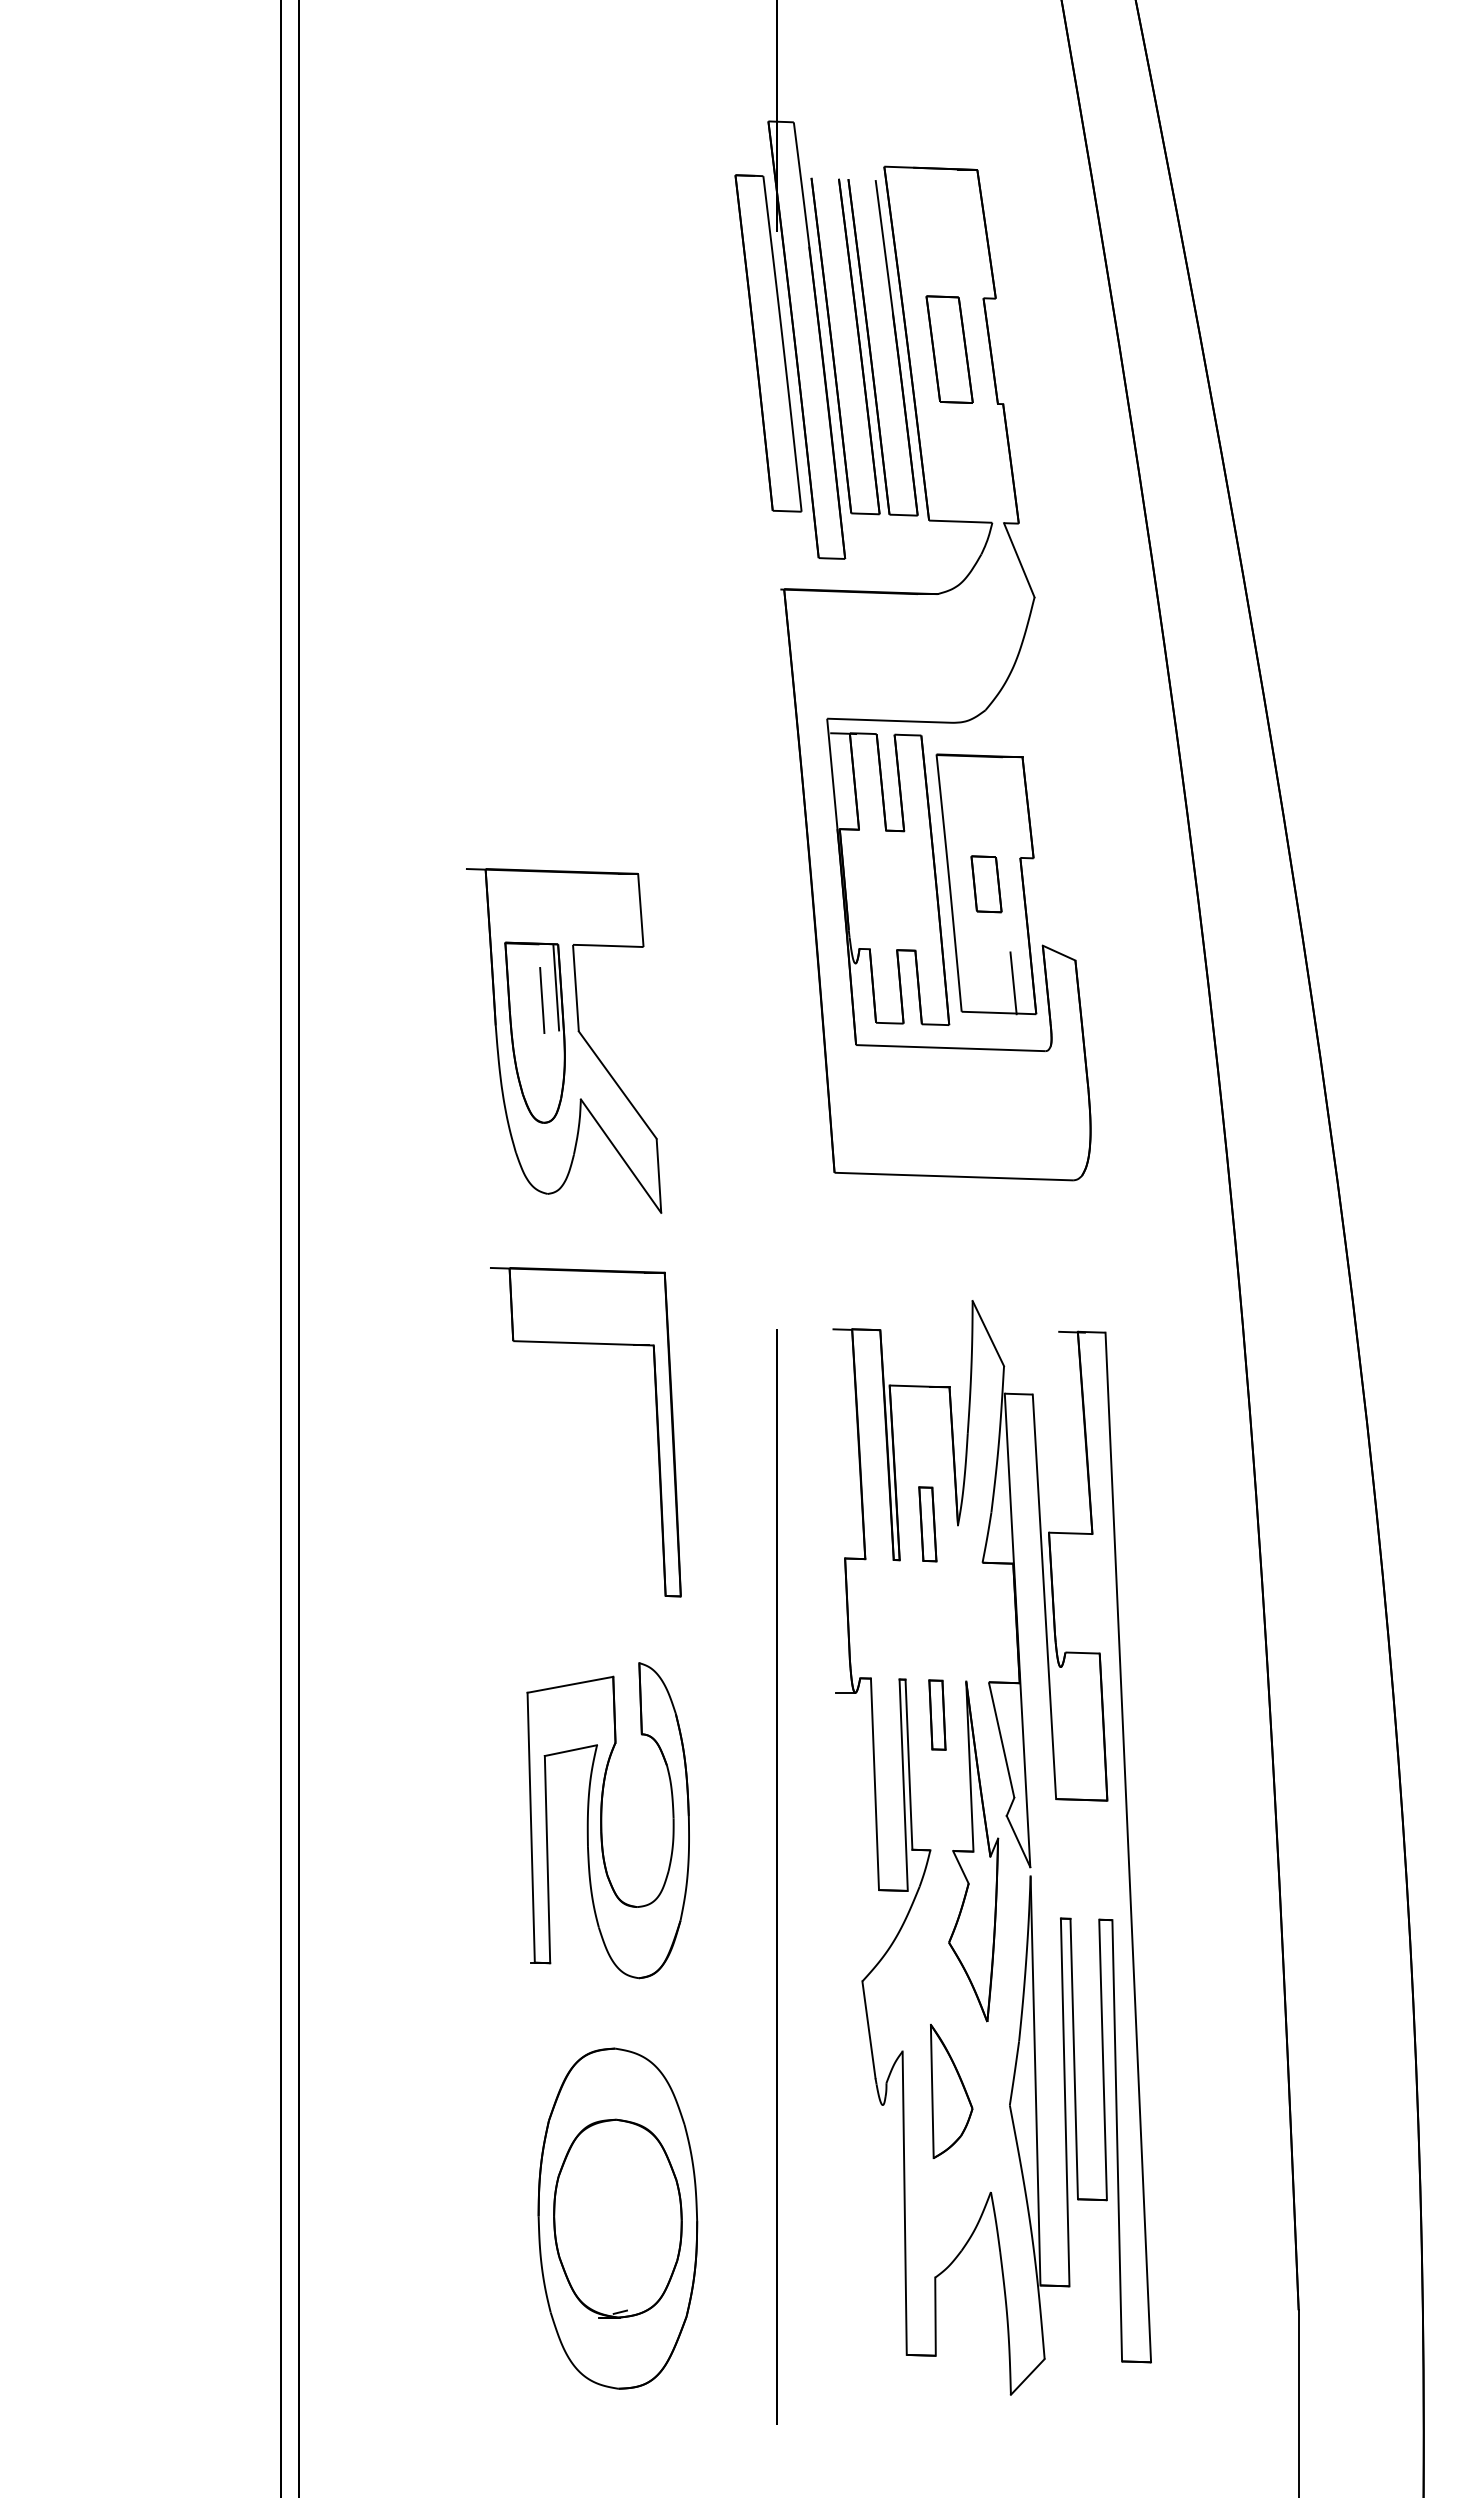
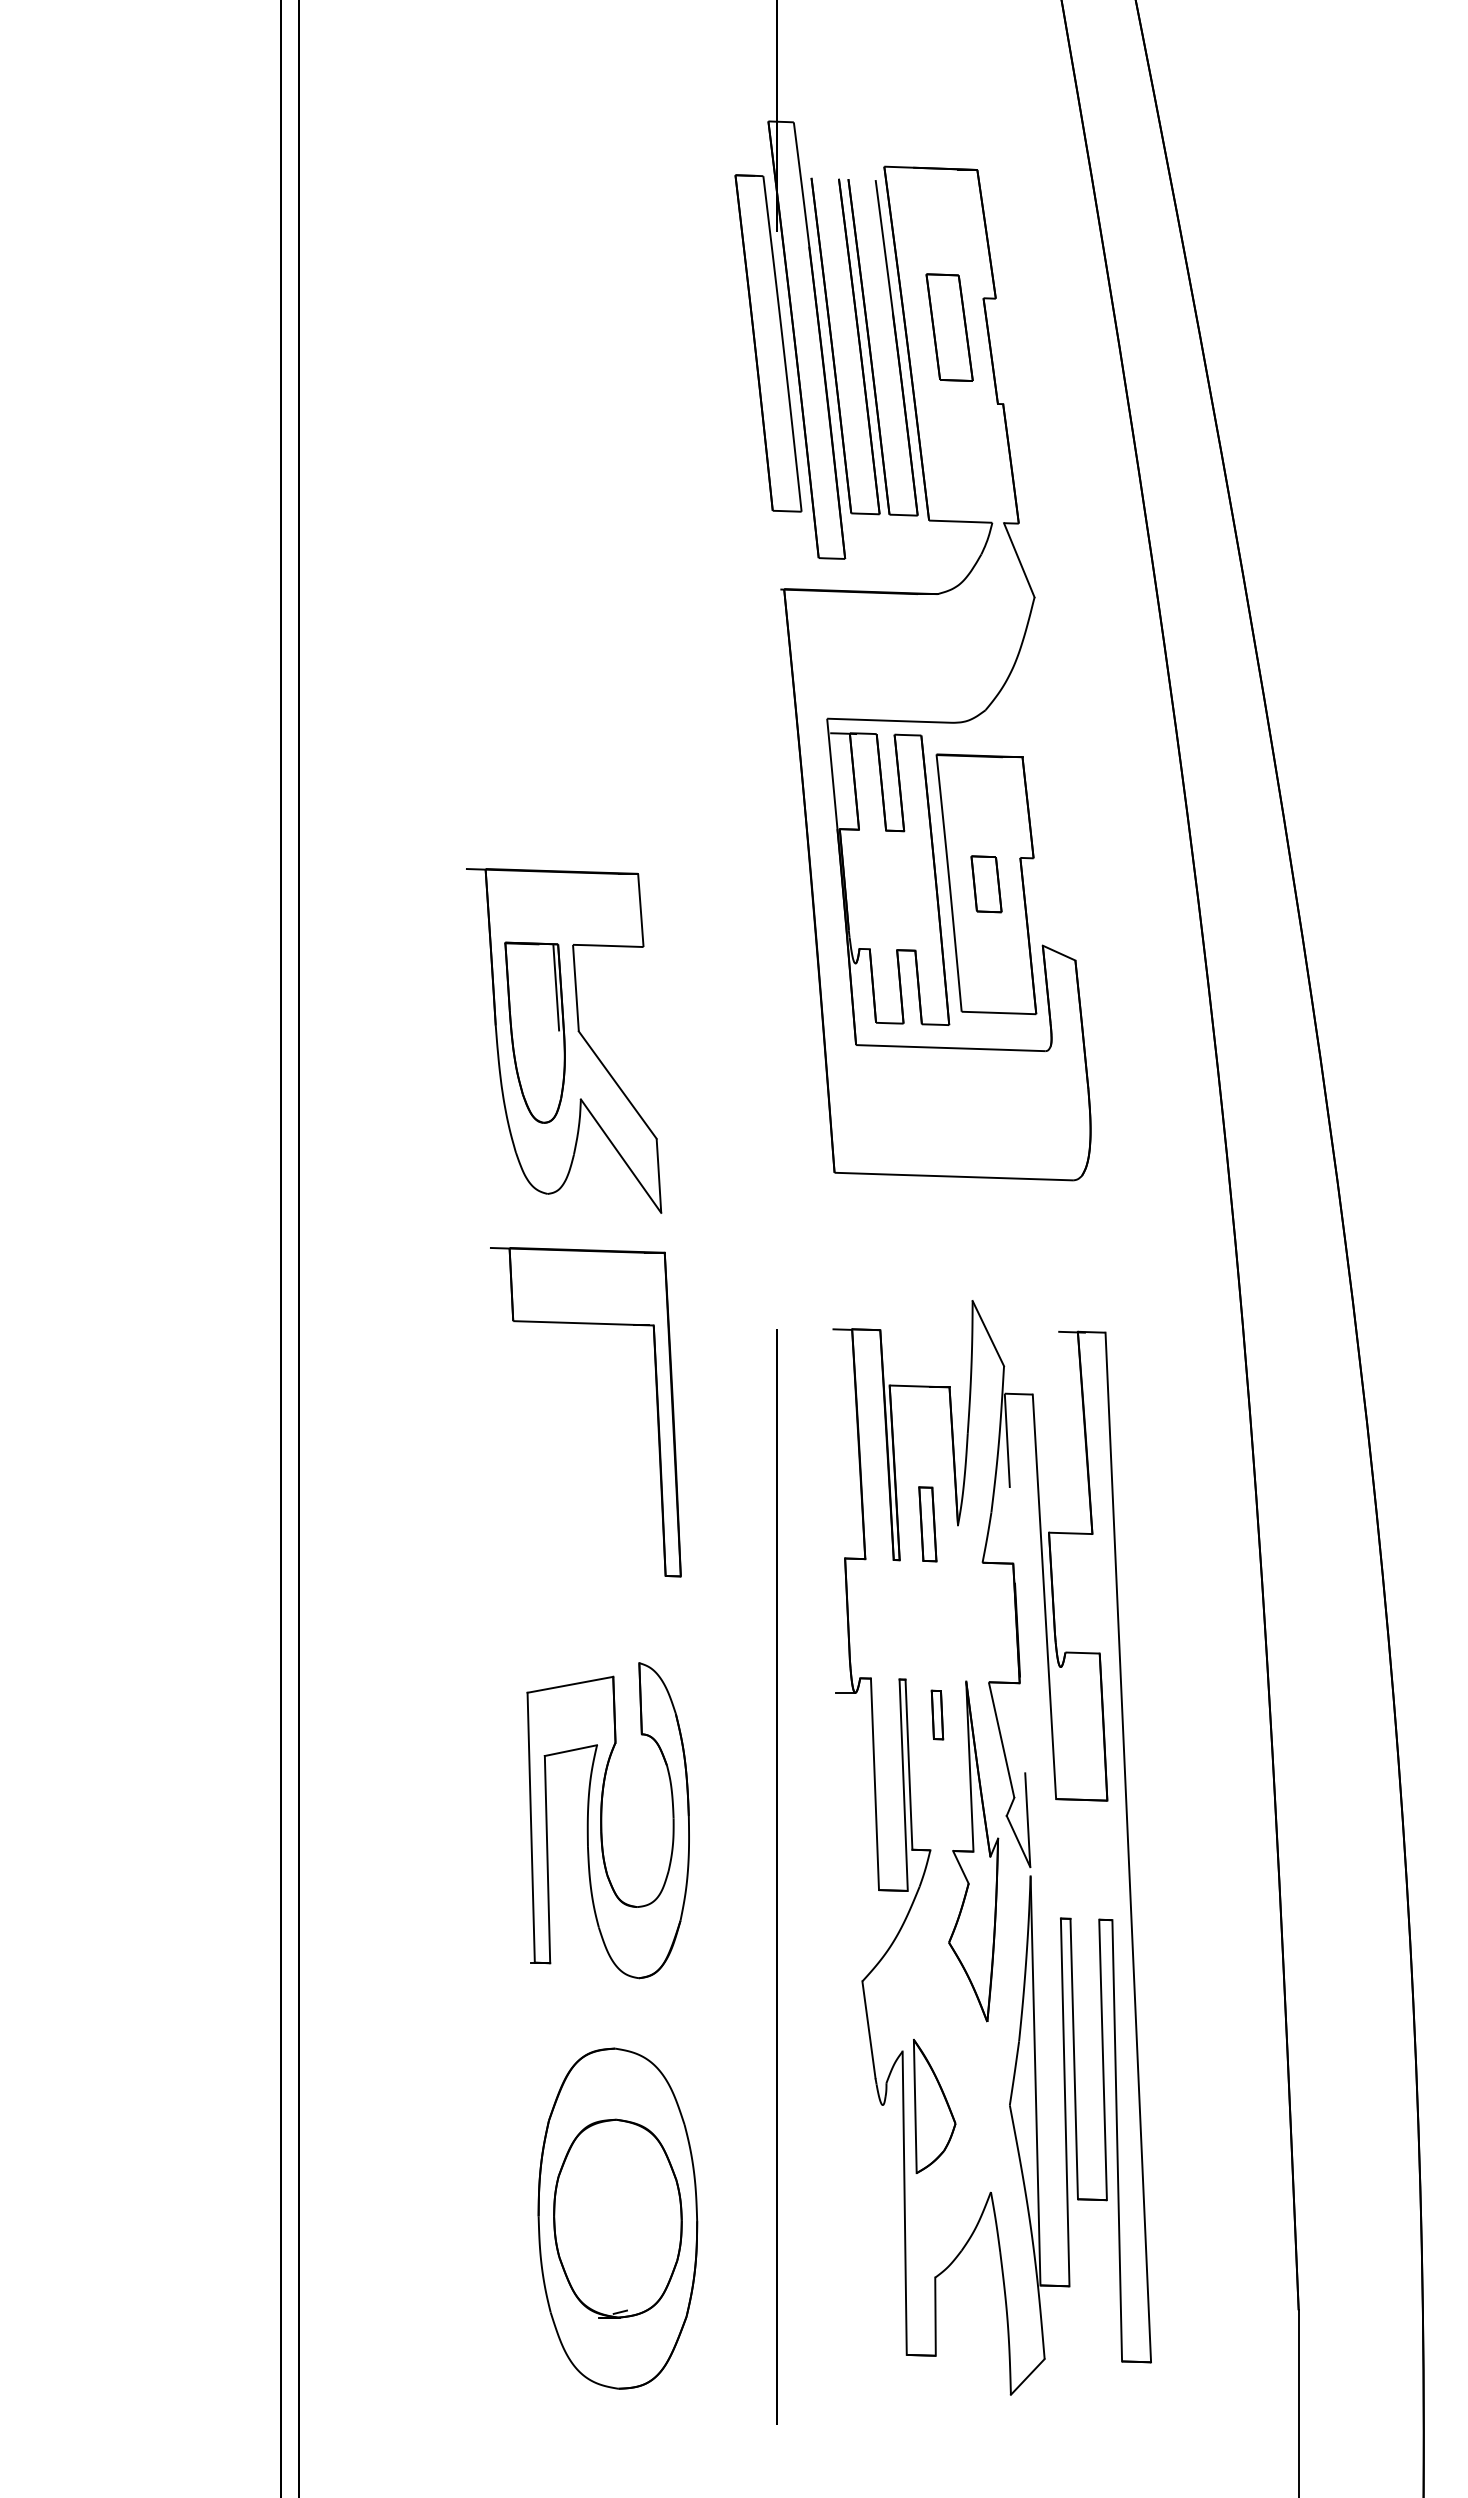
part at (949, 349) position: (949, 349) -> (949, 327)
line at (1013, 983): present -> none
line at (542, 1000): present -> none
part at (656, 1430) position: (656, 1430) -> (656, 1410)
line at (1017, 1629): solid -> dashed
part at (937, 1714) size: 19x72 px -> 15x52 px
part at (951, 2091) position: (951, 2091) -> (934, 2106)
